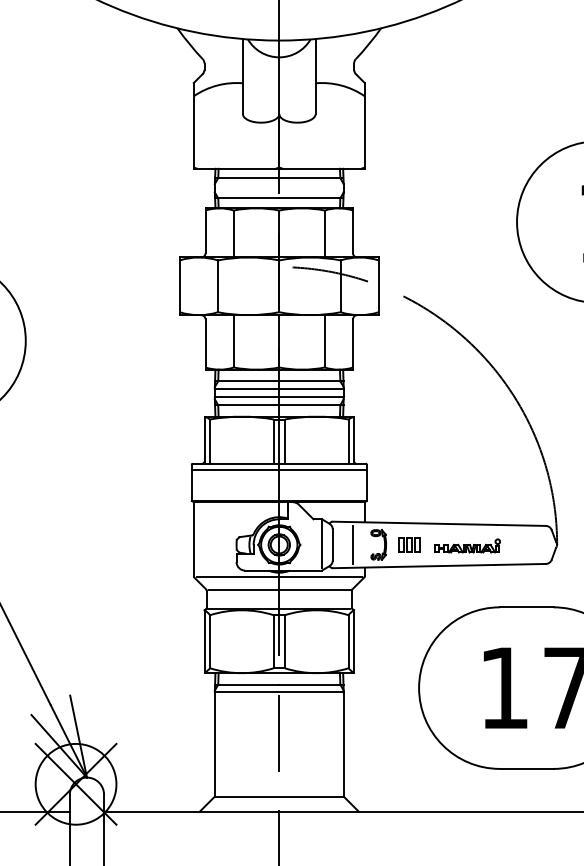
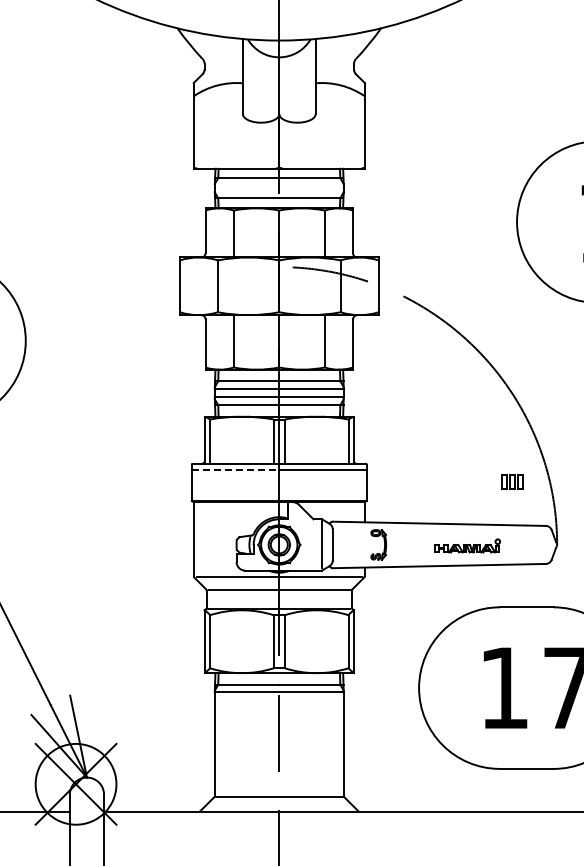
line at (235, 470): solid -> dashed
line at (352, 544): present -> none
part at (409, 544) position: (409, 544) -> (512, 481)
